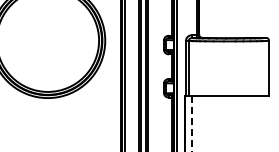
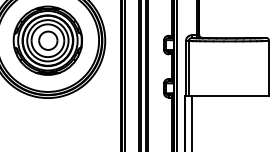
part at (47, 40): none -> present
line at (191, 123): dashed -> solid
